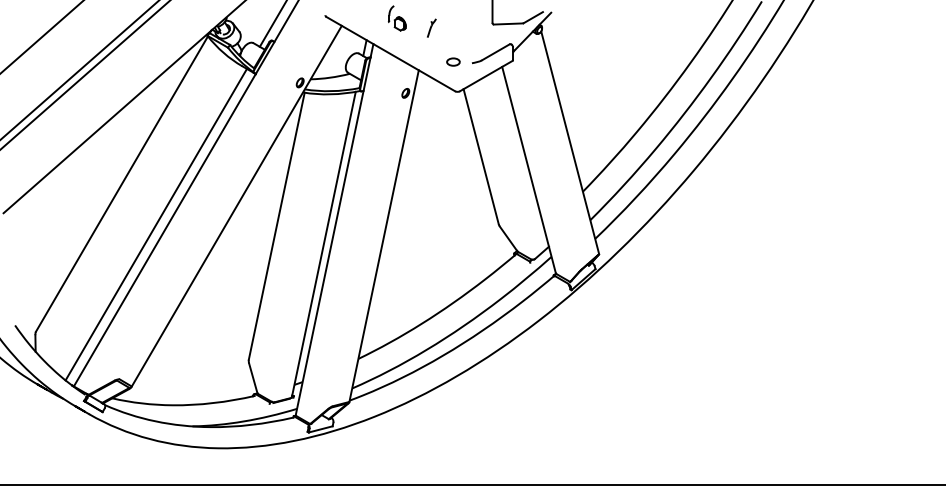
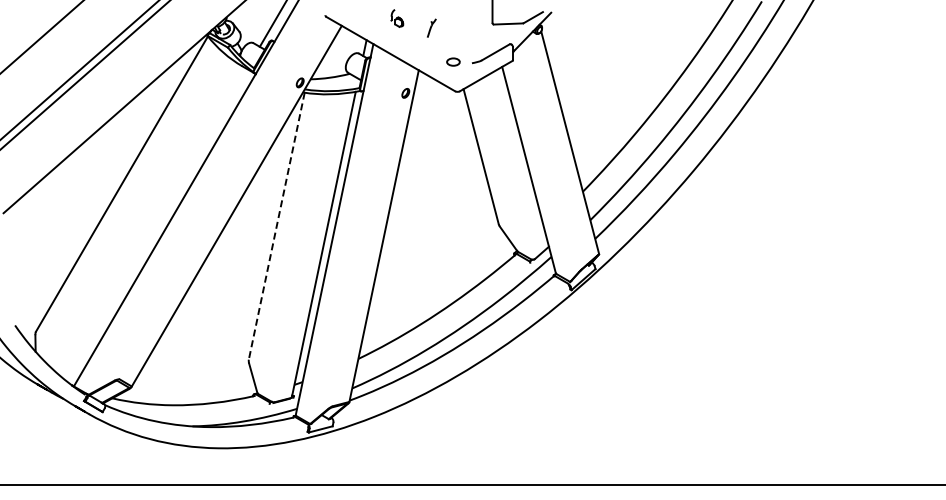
part at (396, 18) size: 20x27 px -> 15x19 px
line at (155, 224): present -> none
line at (276, 226): solid -> dashed
